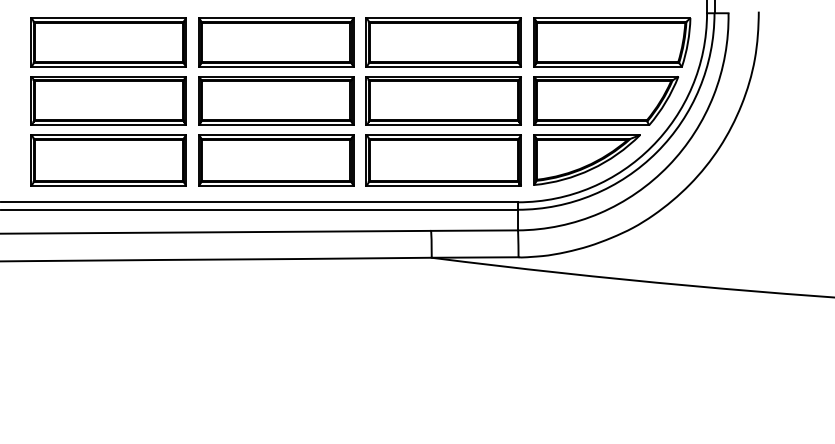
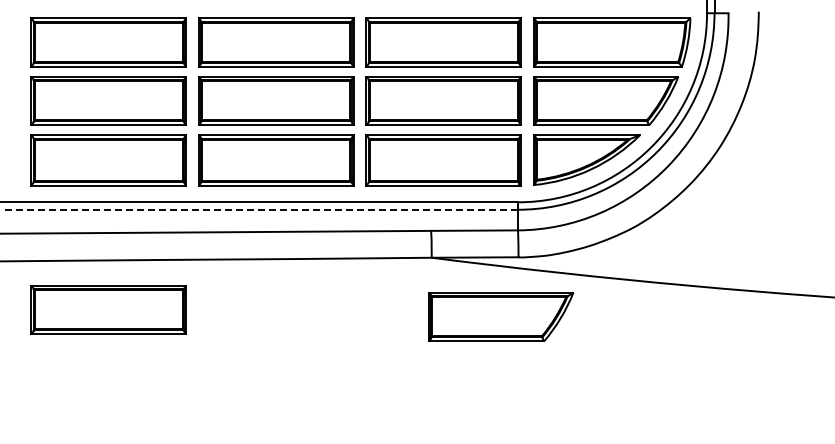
line at (259, 209): solid -> dashed
part at (108, 309): none -> present
part at (501, 316): none -> present
